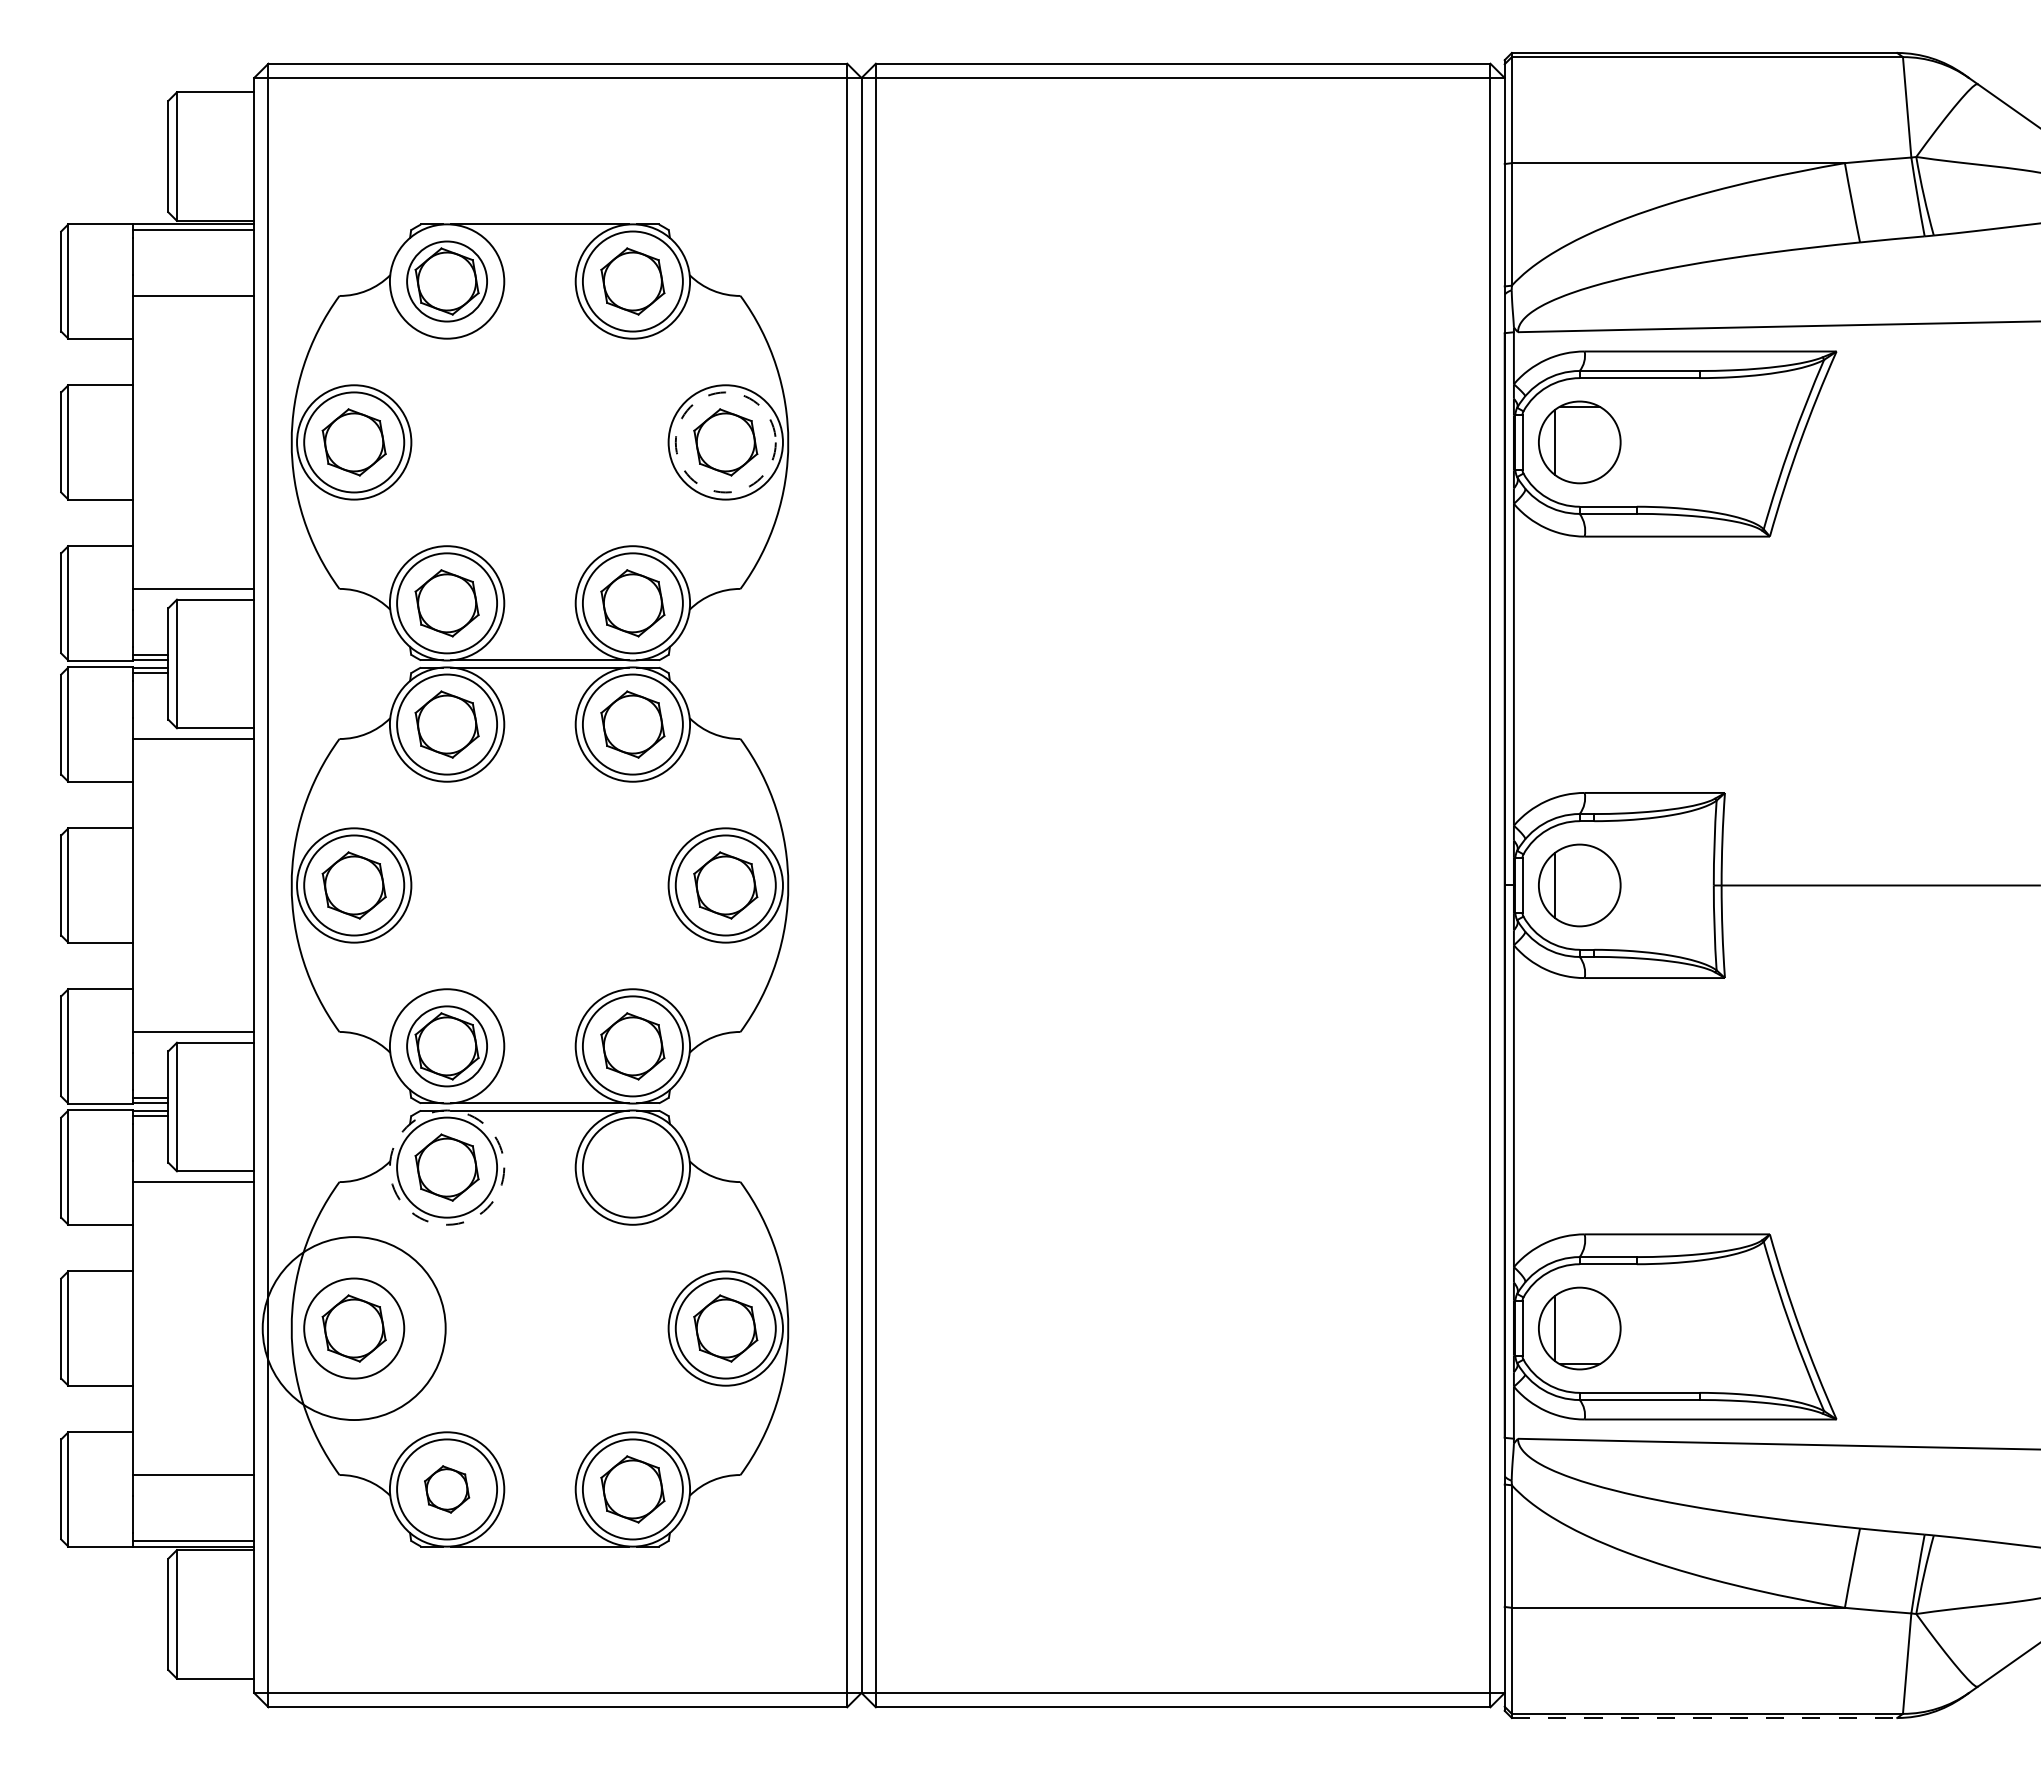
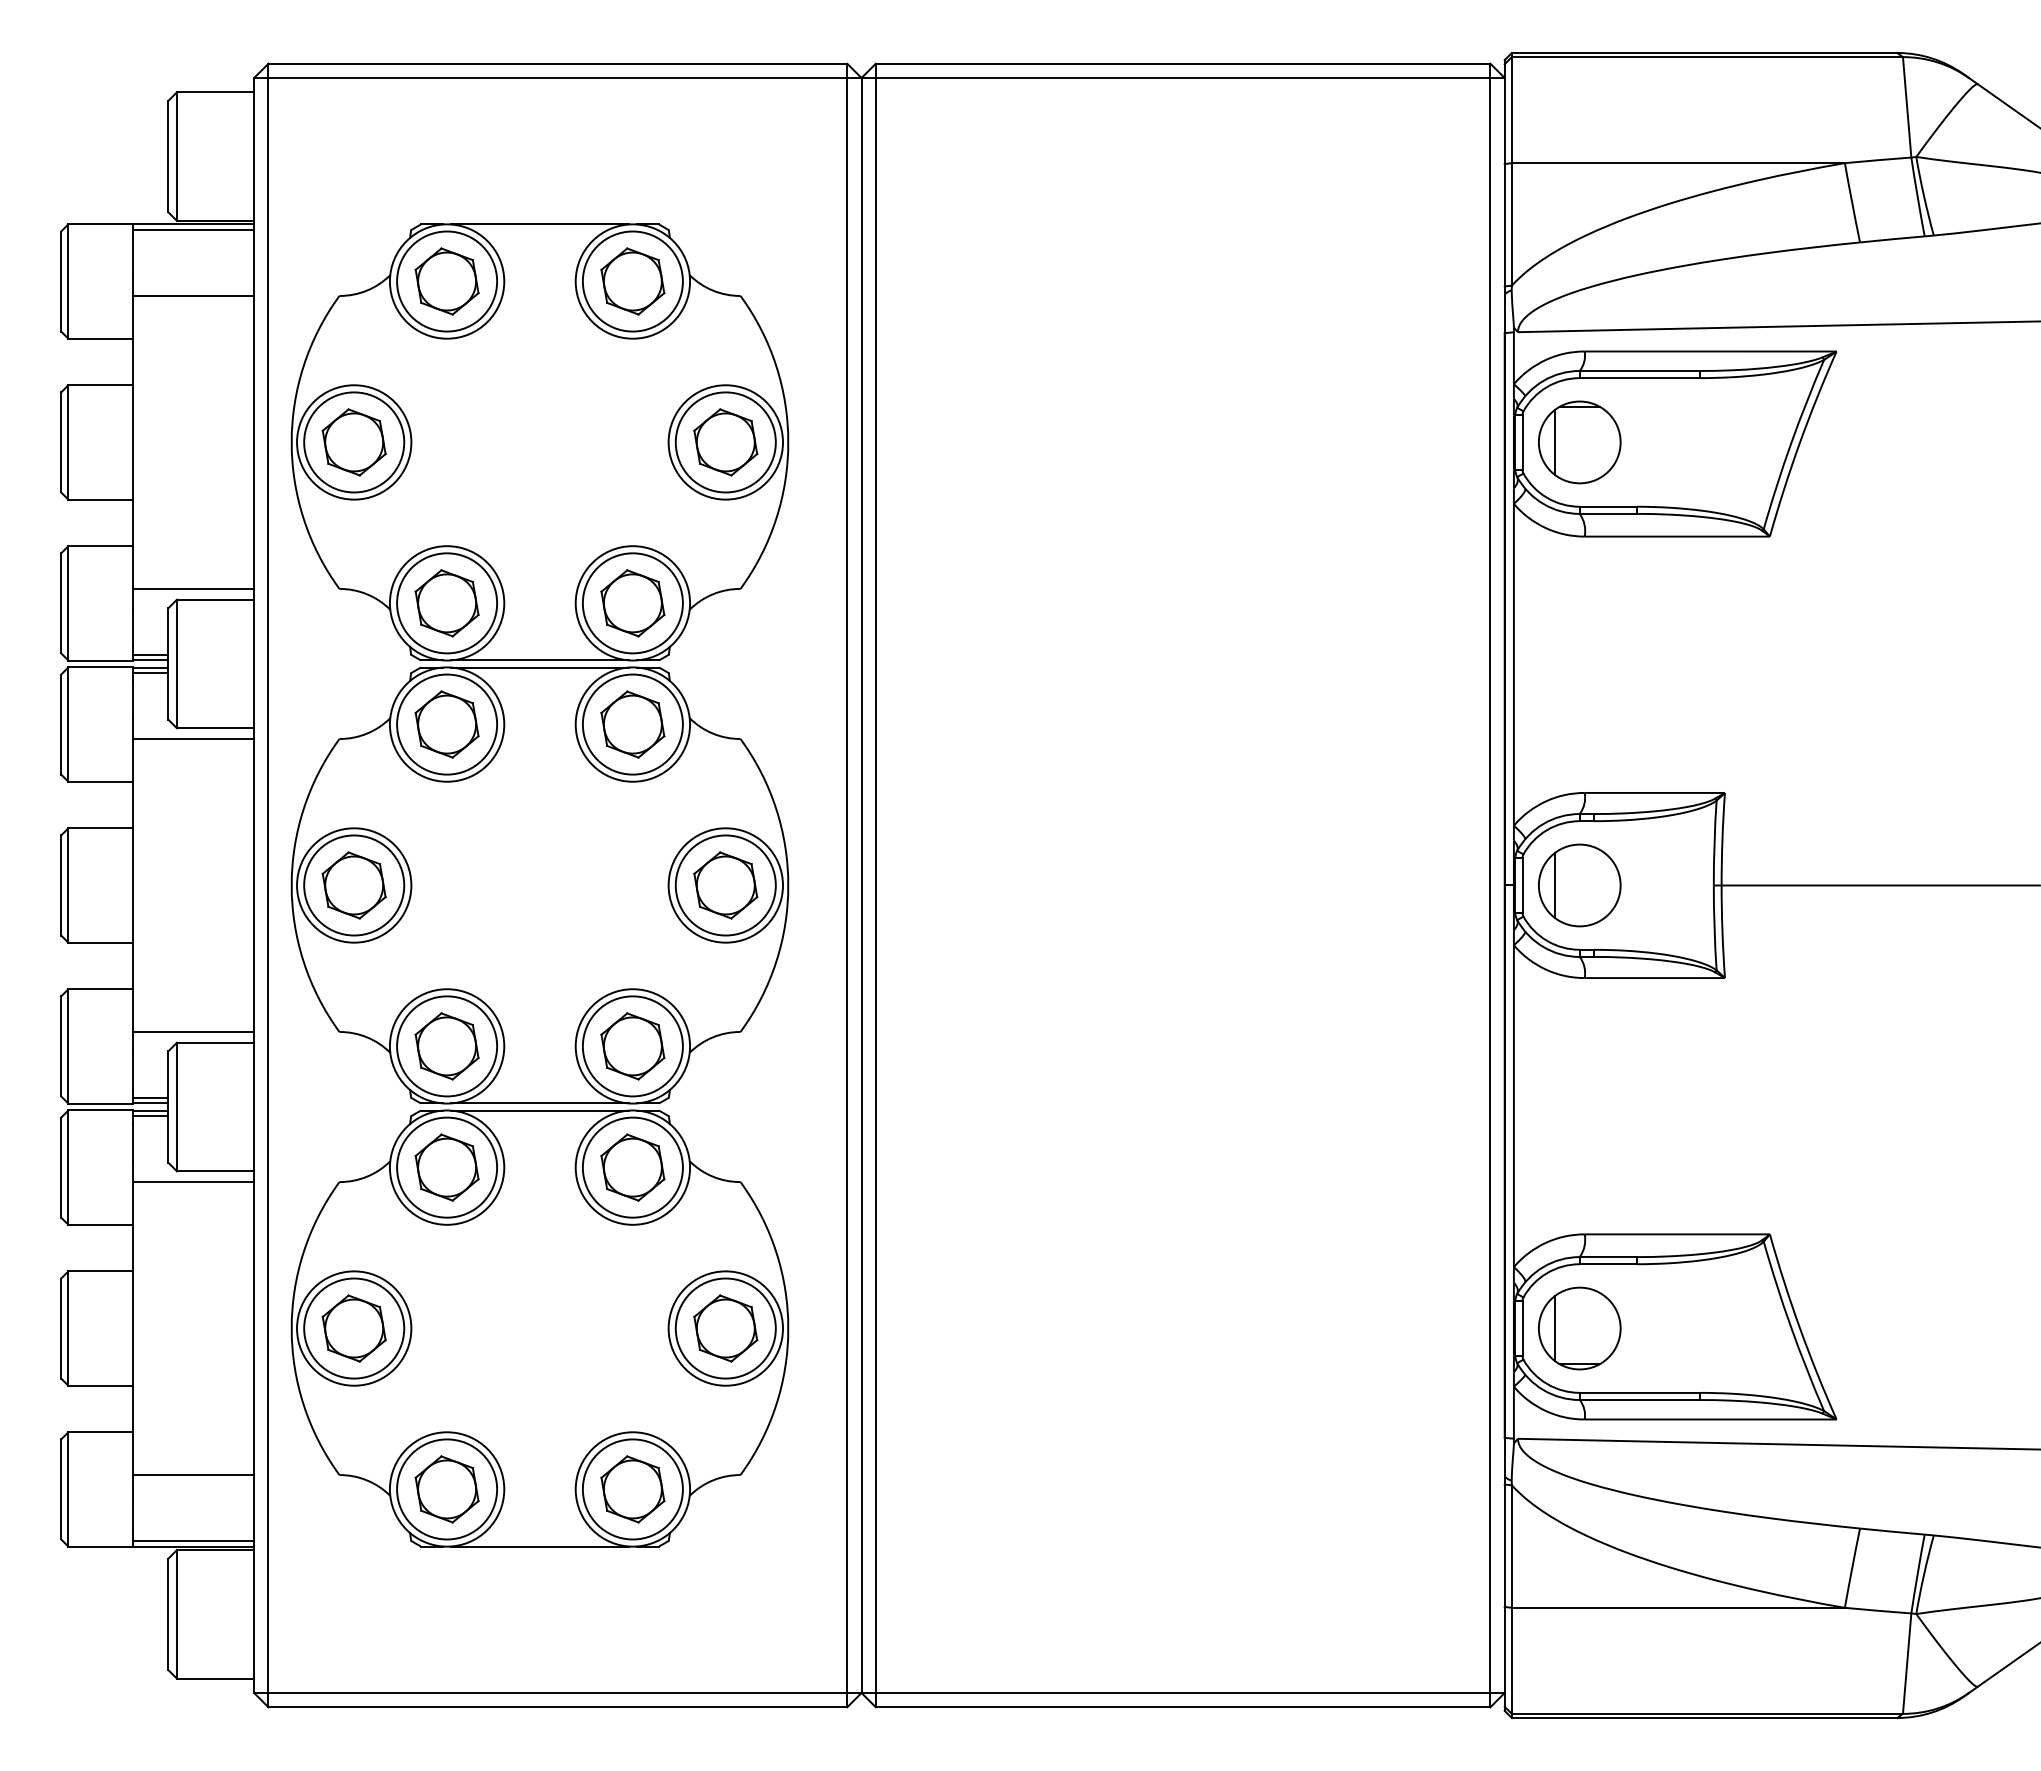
circle at (447, 281) diameter: 80 px -> 100 px
circle at (725, 442): dashed -> solid
circle at (447, 1046) diameter: 80 px -> 100 px
circle at (446, 1167): dashed -> solid
part at (632, 1167): none -> present
circle at (353, 1328) diameter: 183 px -> 114 px
part at (447, 1489) size: 47x49 px -> 66x69 px
line at (1704, 1718): dashed -> solid
